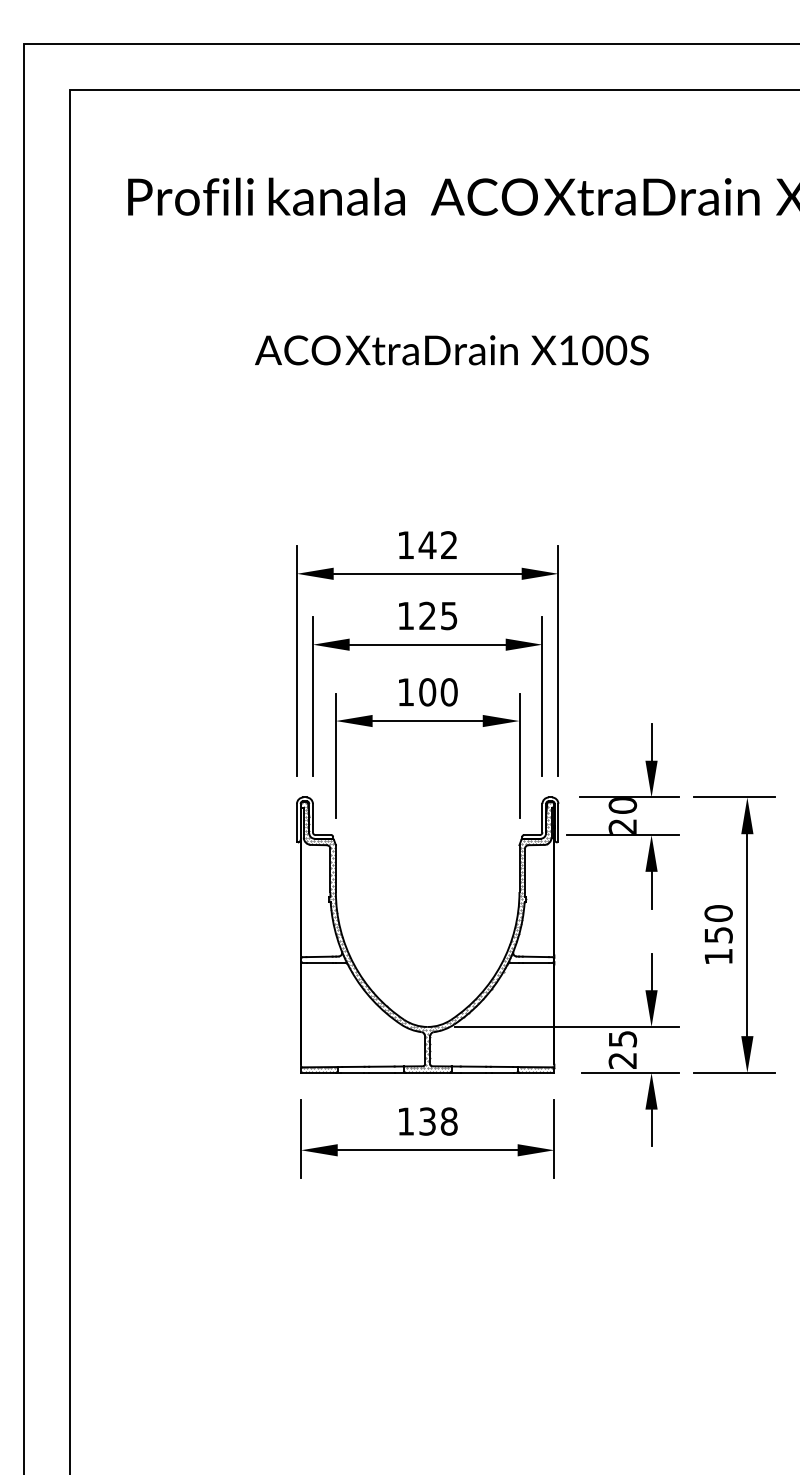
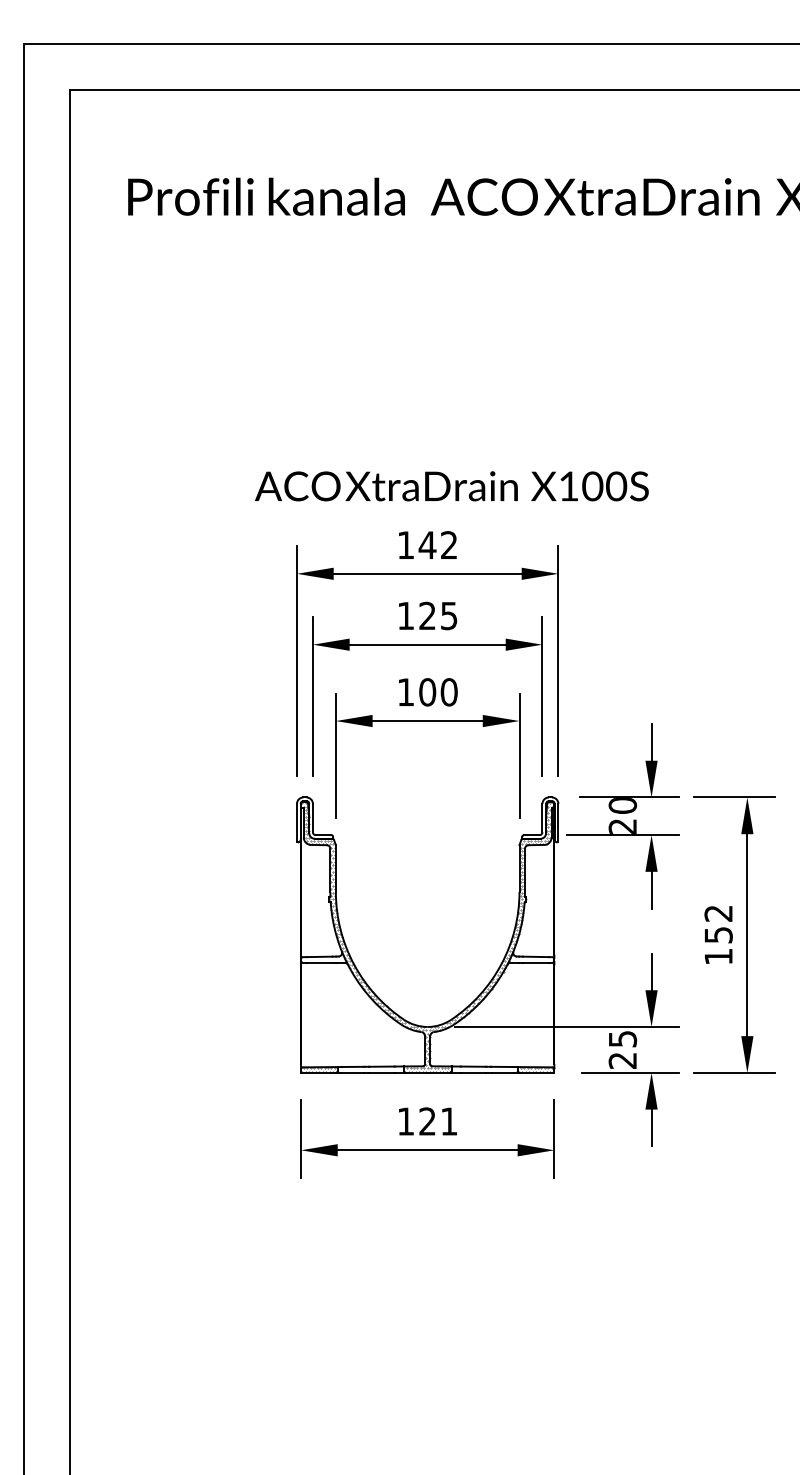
text at (451, 350) position: (451, 350) -> (451, 486)
text at (718, 913): 150 -> 152
text at (438, 1121): 138 -> 121
